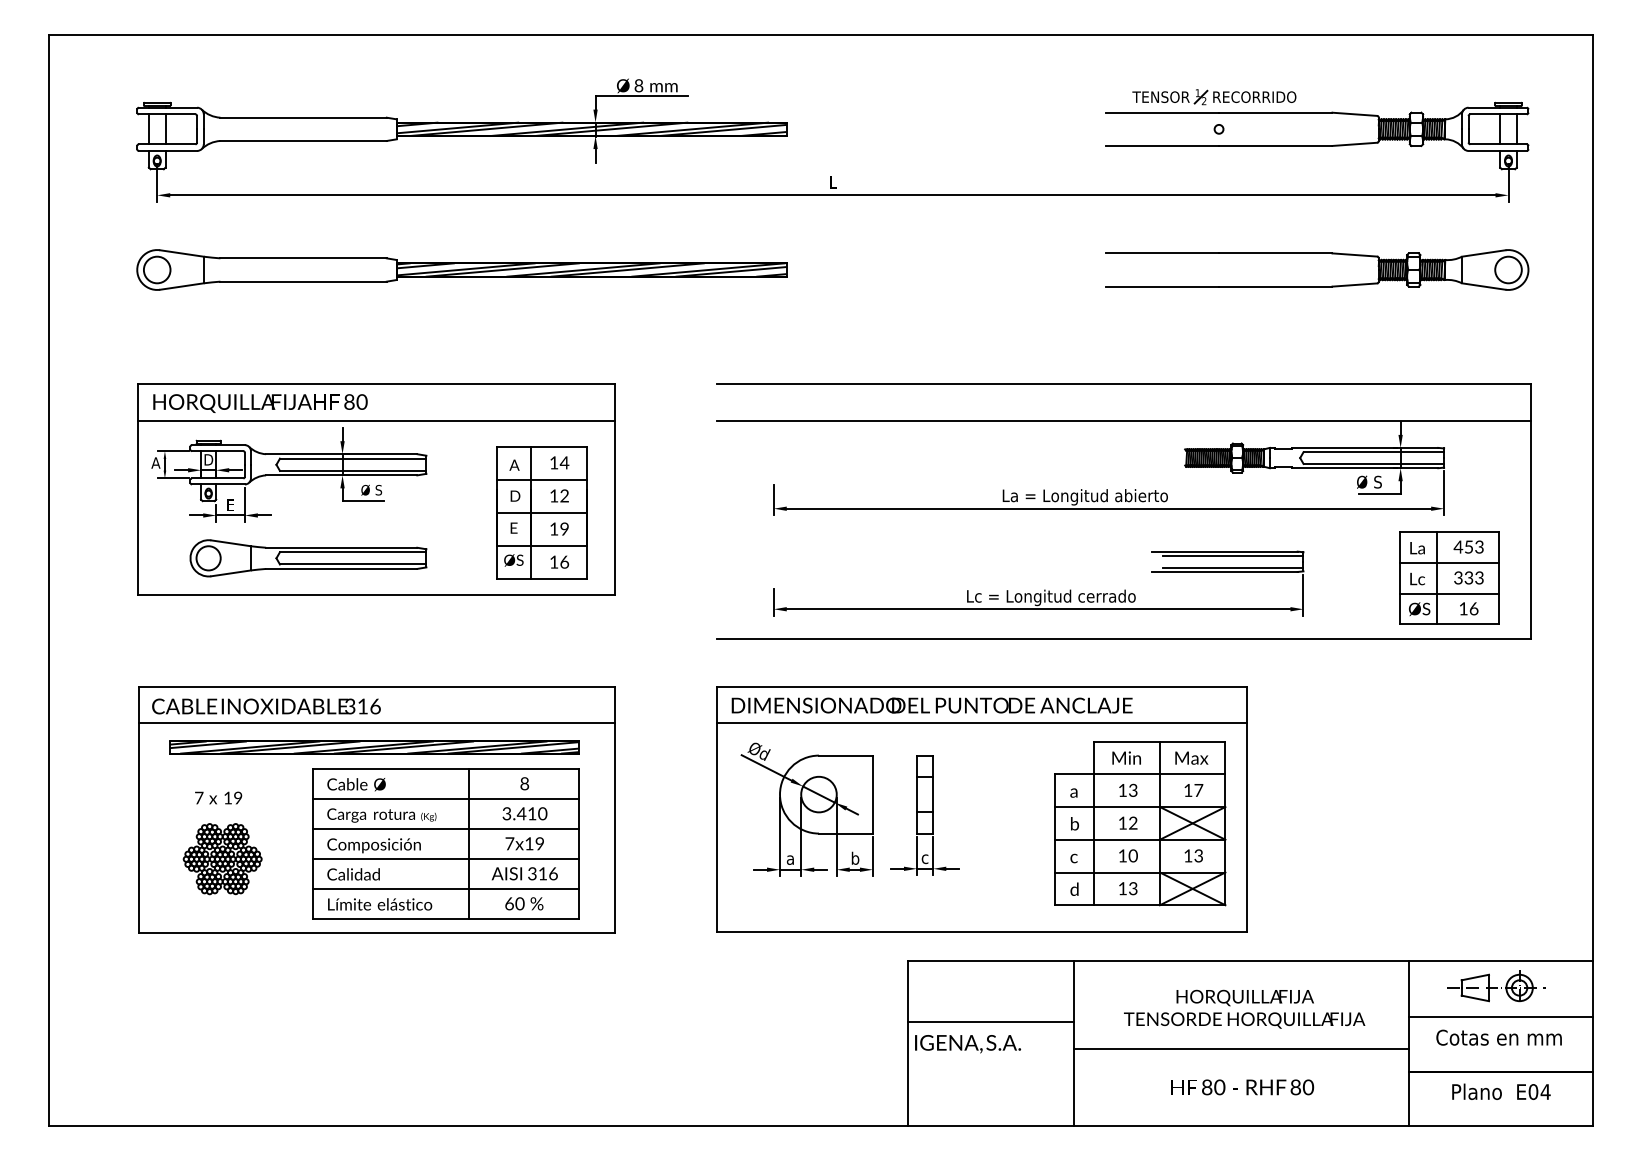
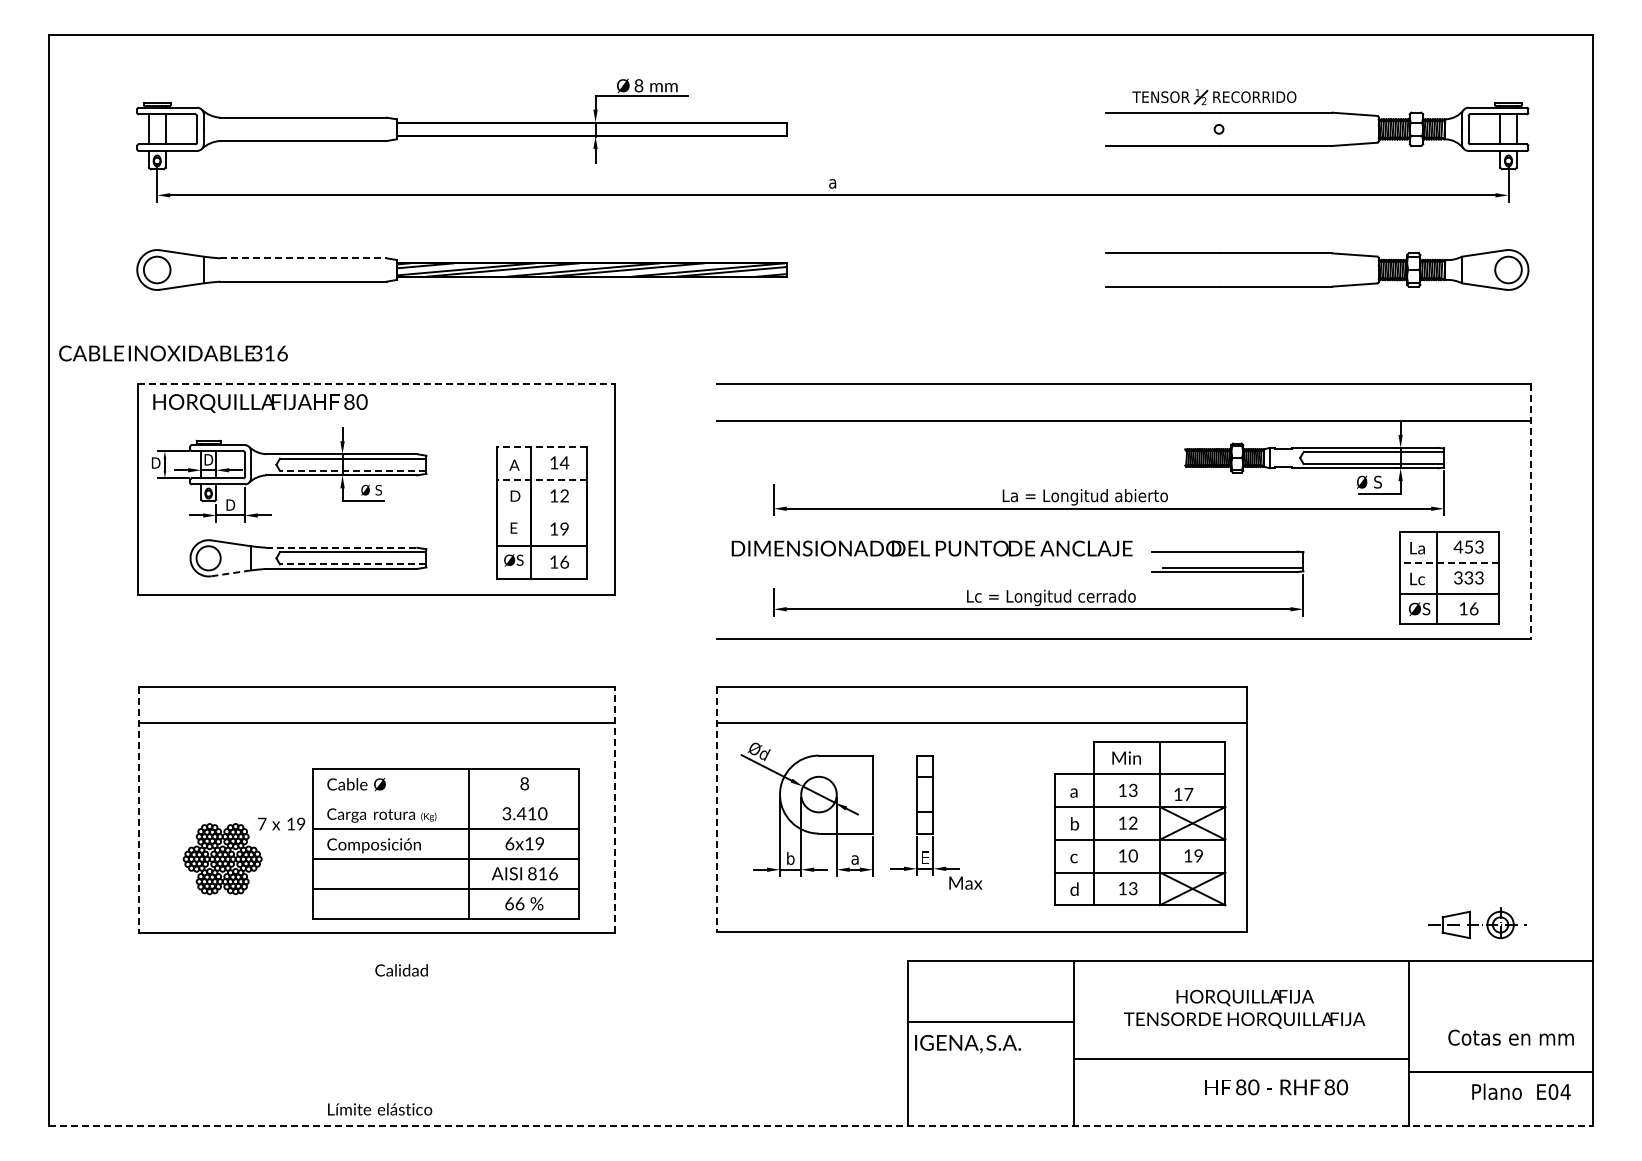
hatch at (591, 129): present -> none
text at (832, 182): L -> a
line at (304, 258): solid -> dashed
line at (377, 384): solid -> dashed
line at (376, 420): present -> none
line at (541, 446): solid -> dashed
text at (155, 462): A -> D
line at (352, 470): solid -> dashed
line at (541, 479): solid -> dashed
text at (230, 504): E -> D
line at (1530, 511): solid -> dashed
line at (541, 512): present -> none
line at (341, 547): solid -> dashed
line at (1232, 555): present -> none
line at (1448, 562): solid -> dashed
line at (352, 564): solid -> dashed
line at (230, 573): solid -> dashed
text at (931, 705) position: (931, 705) -> (931, 548)
text at (266, 706) position: (266, 706) -> (173, 353)
part at (374, 747): present -> none
text at (1191, 757) position: (1191, 757) -> (965, 882)
text at (1193, 790) position: (1193, 790) -> (1183, 794)
text at (218, 797) position: (218, 797) -> (281, 823)
line at (445, 798): present -> none
line at (614, 809): solid -> dashed
line at (717, 809): solid -> dashed
line at (139, 810): solid -> dashed
text at (509, 843): 7x19 -> 6x19
text at (1198, 856): 13 -> 19
text at (790, 857): a -> b
text at (855, 857): b -> a
text at (924, 857): c -> E
text at (532, 873): 316 -> 816
text at (353, 874) position: (353, 874) -> (401, 970)
text at (519, 903): 60 -> 66
text at (380, 904) position: (380, 904) -> (380, 1109)
part at (1496, 986) position: (1496, 986) -> (1477, 923)
line at (1500, 1016): present -> none
text at (1498, 1037) position: (1498, 1037) -> (1510, 1037)
line at (1241, 1048) position: (1241, 1048) -> (1241, 1058)
text at (1242, 1087) position: (1242, 1087) -> (1276, 1087)
text at (1501, 1091) position: (1501, 1091) -> (1521, 1091)
line at (821, 1126): solid -> dashed
